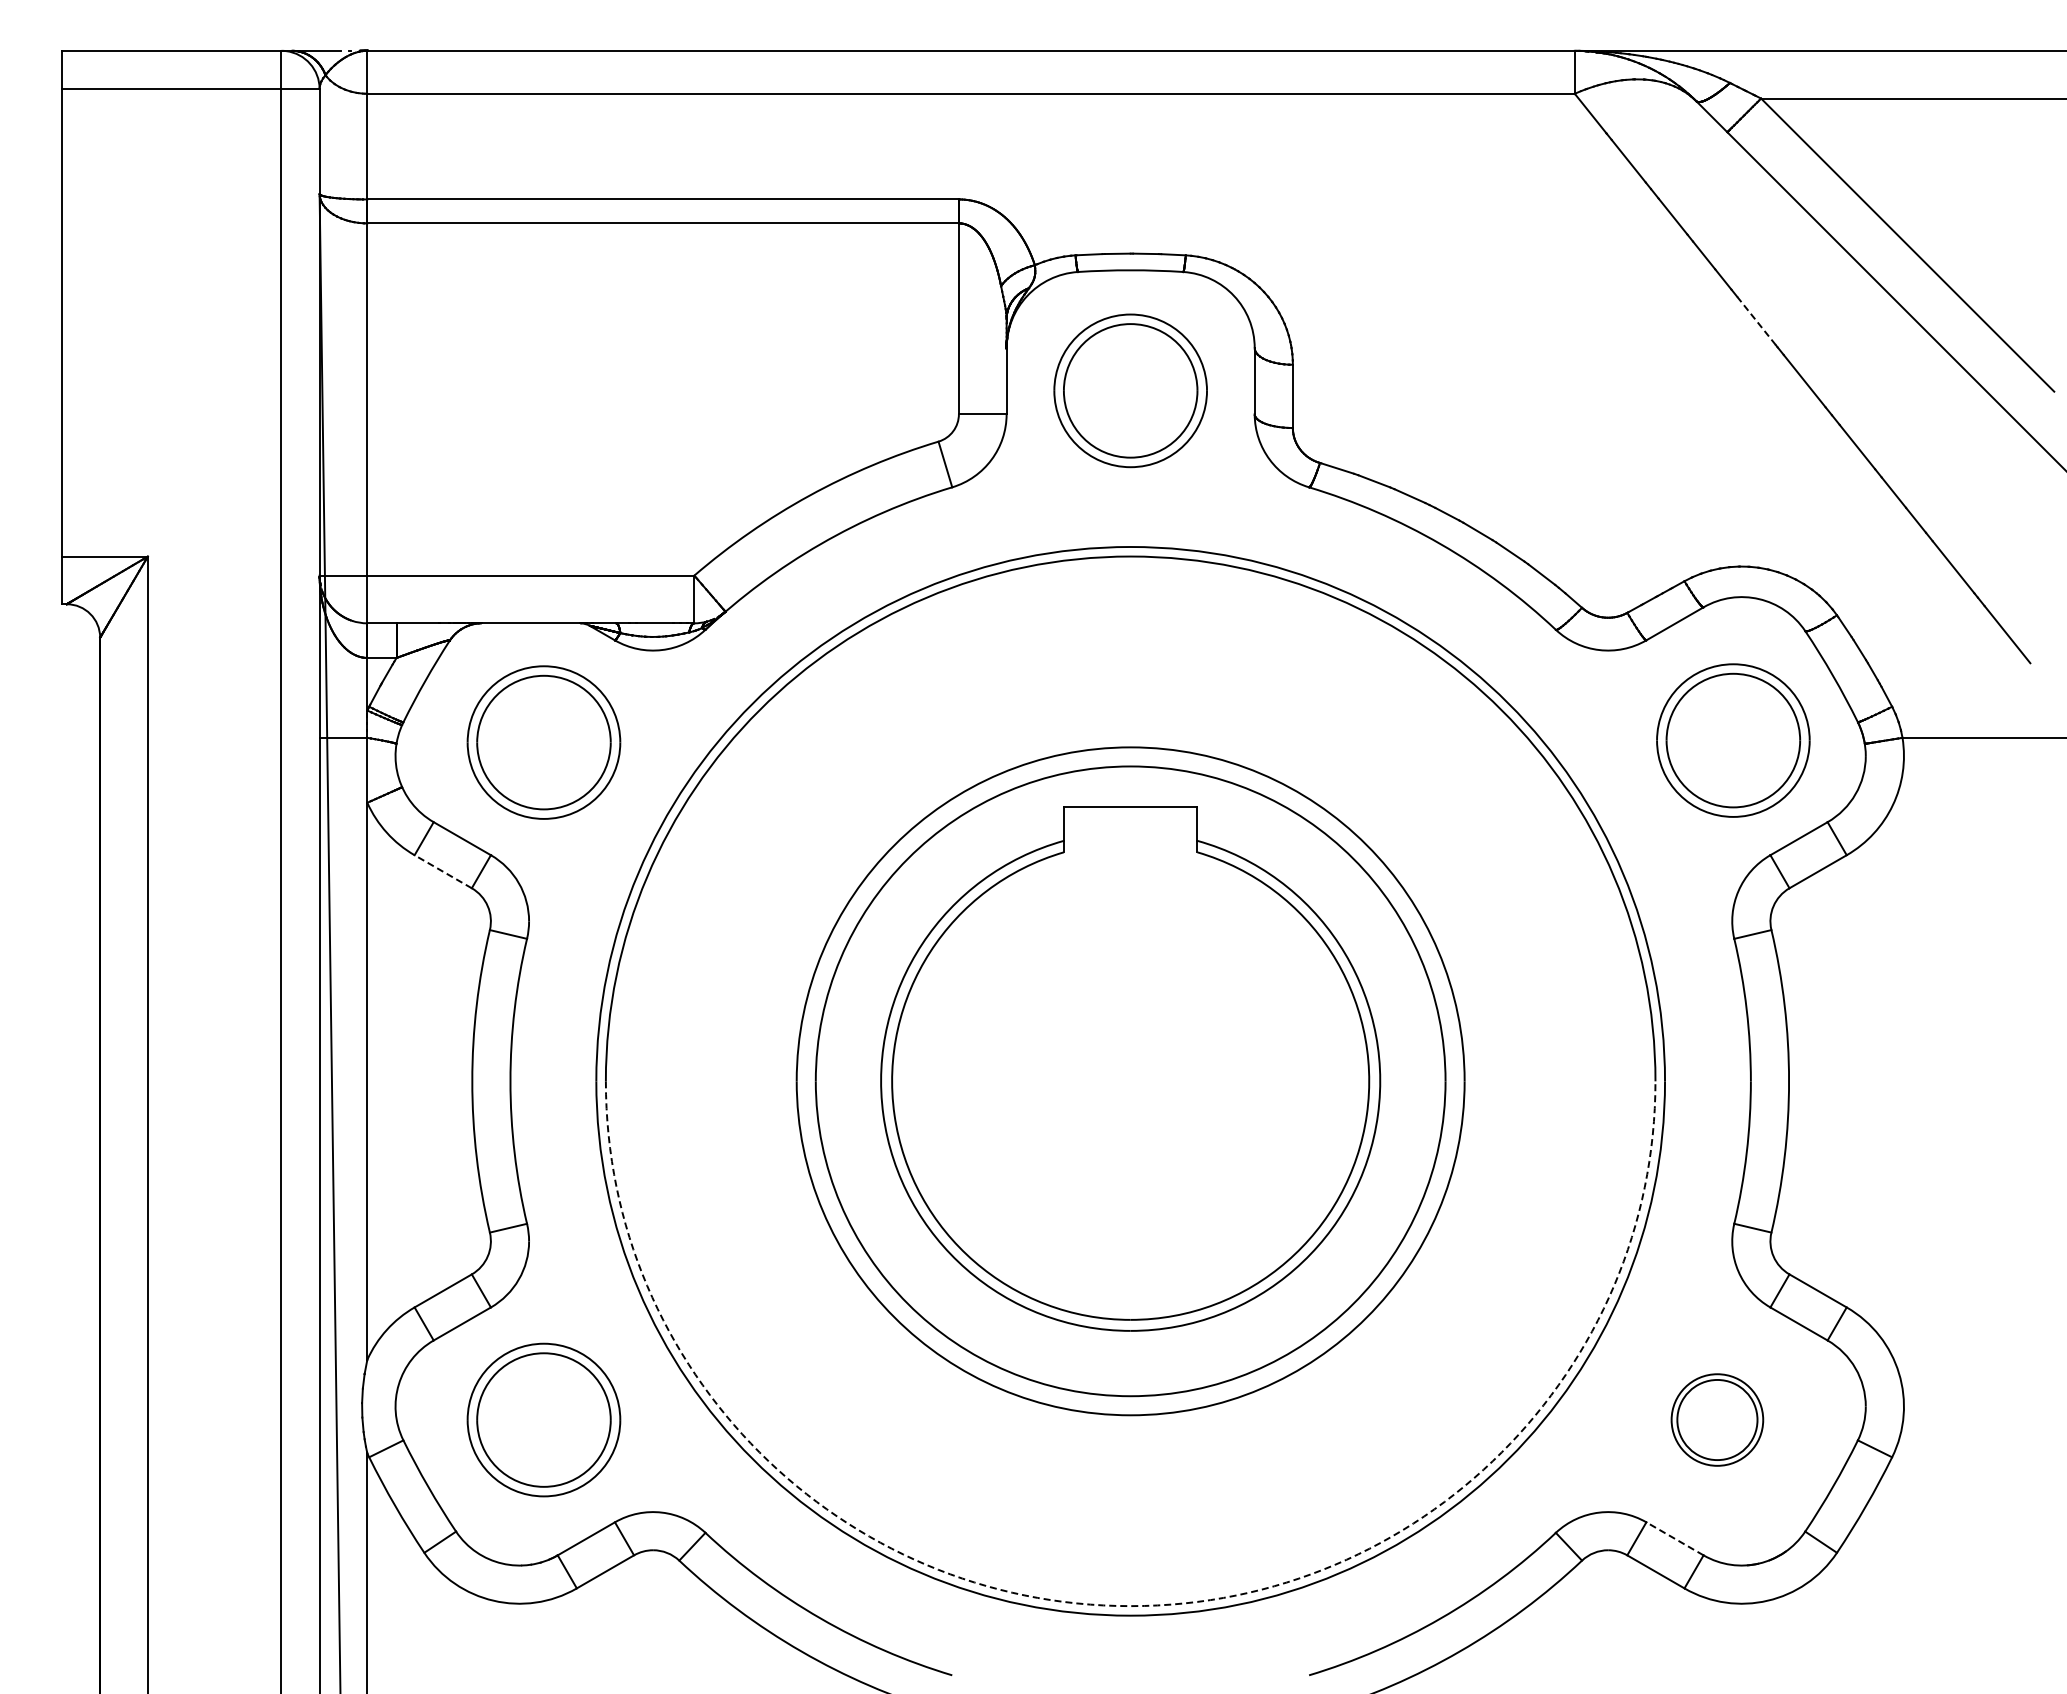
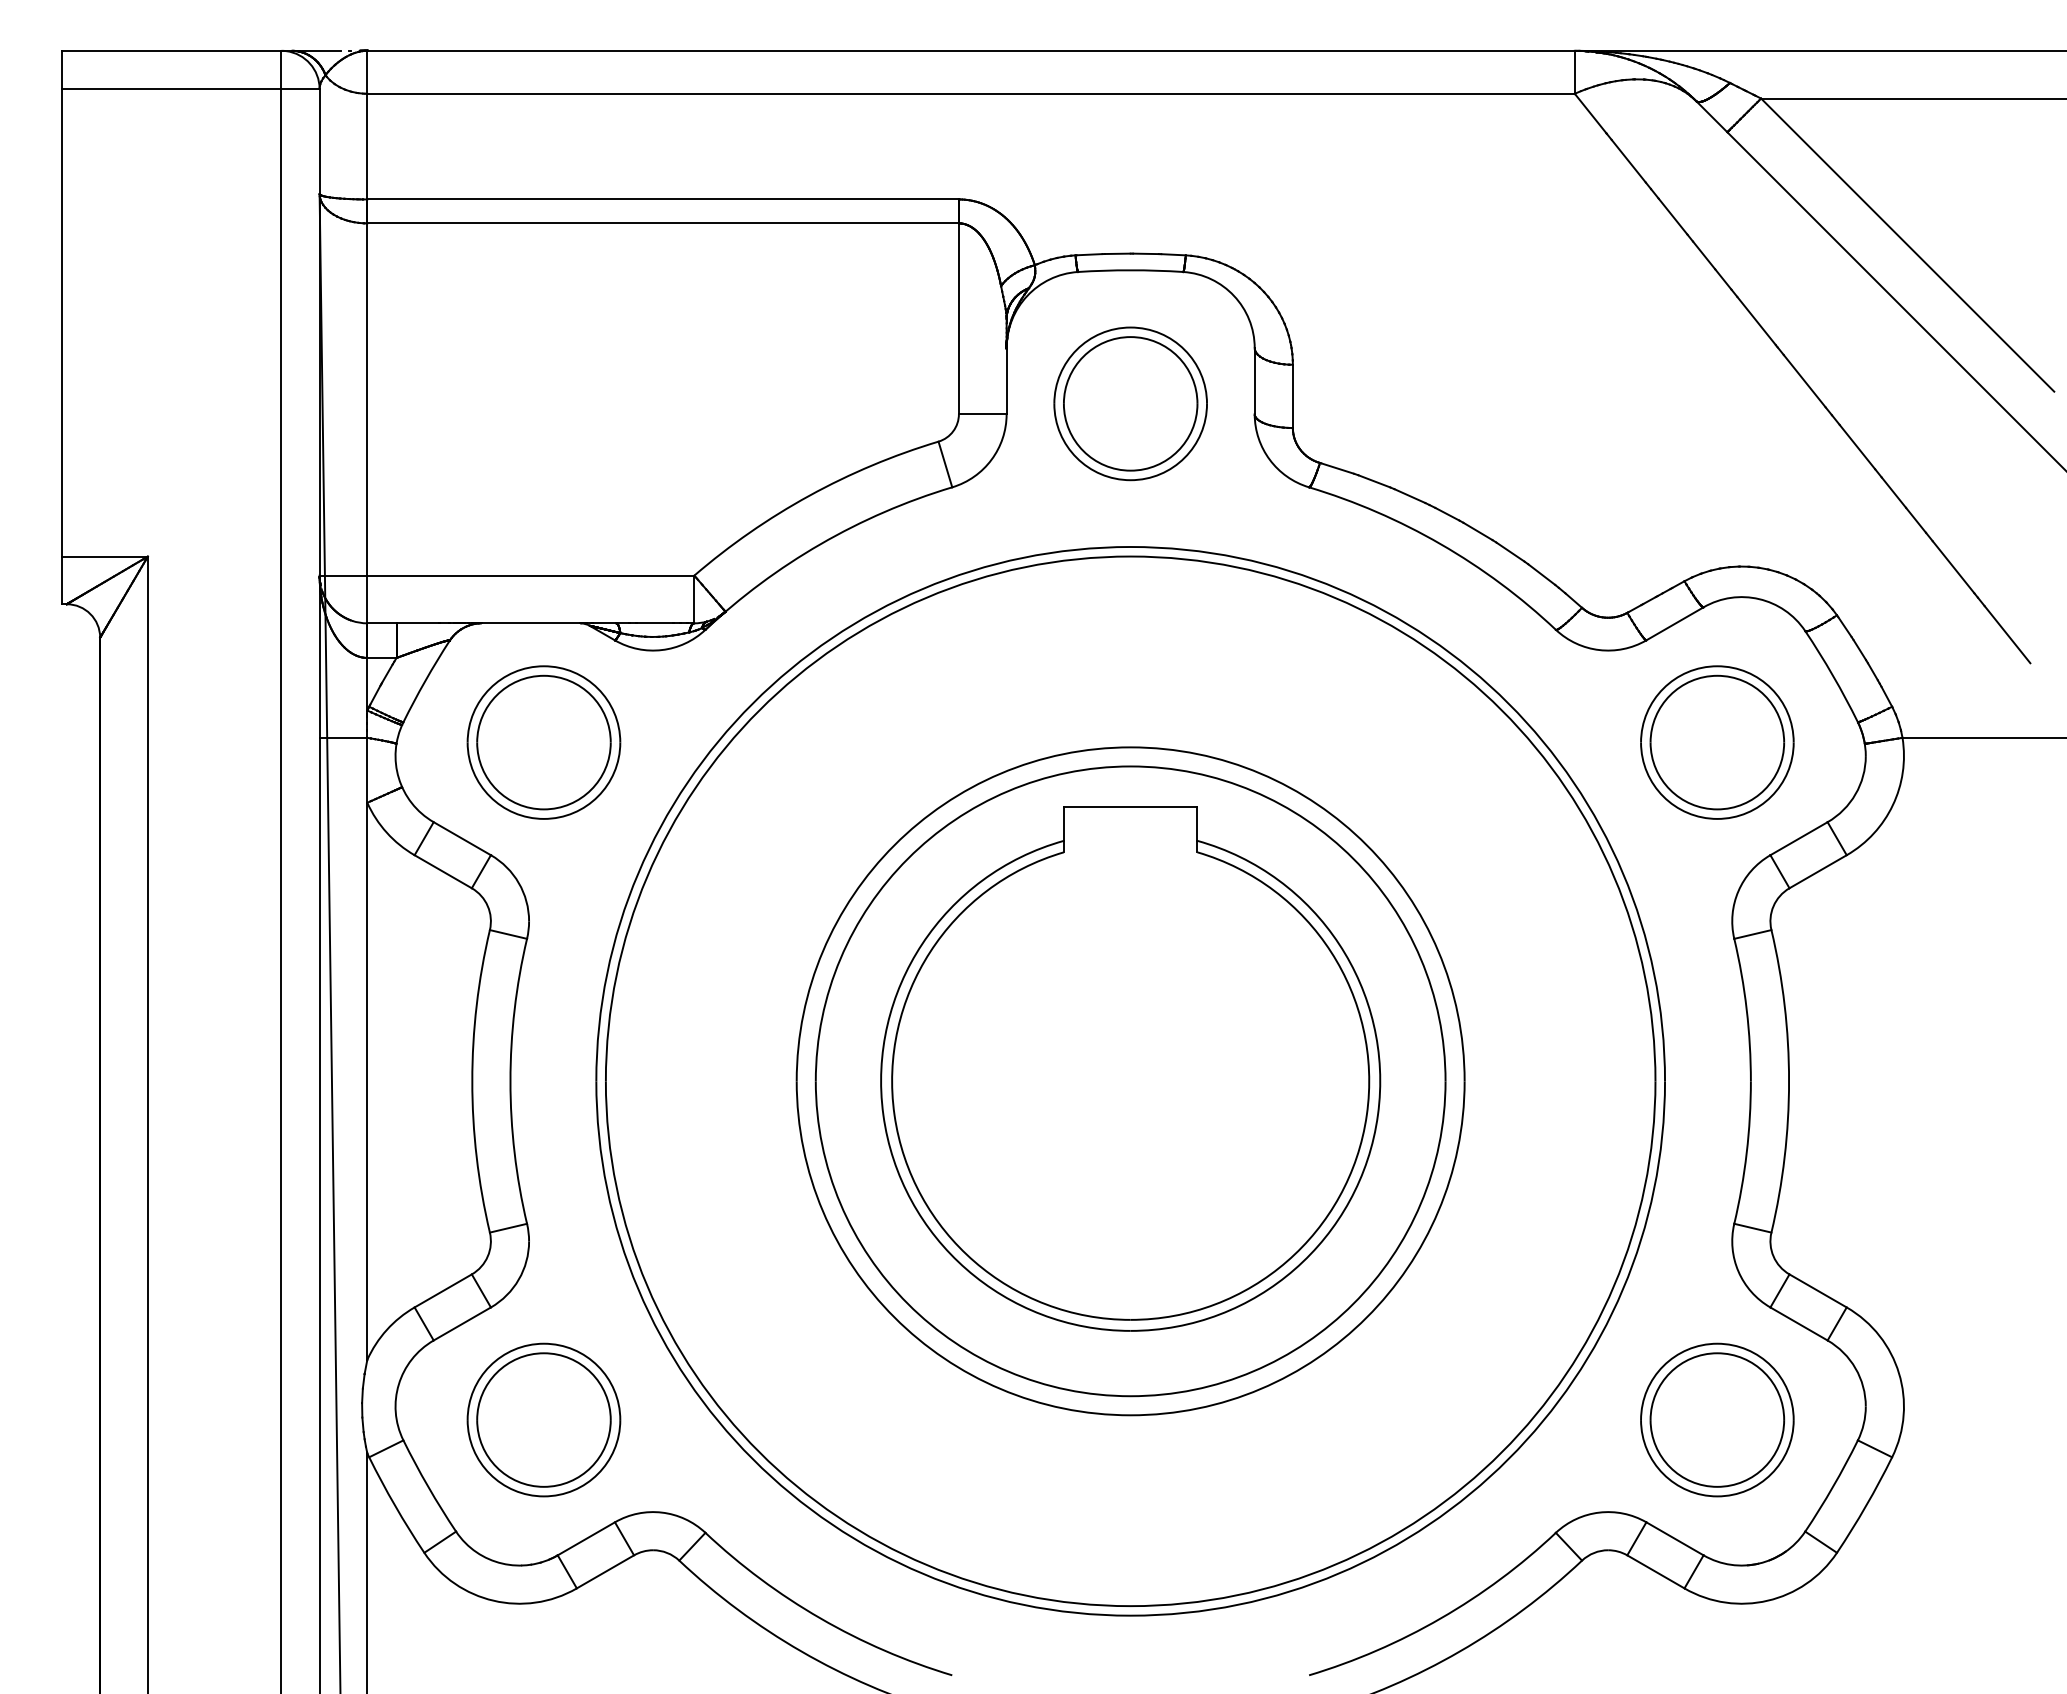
line at (1756, 321): dashed -> solid
part at (1130, 390) position: (1130, 390) -> (1130, 403)
part at (1733, 740) position: (1733, 740) -> (1717, 742)
line at (442, 871): dashed -> solid
part at (1717, 1419) size: 95x94 px -> 155x156 px
line at (1674, 1538): dashed -> solid
arc at (1130, 1606): dashed -> solid
